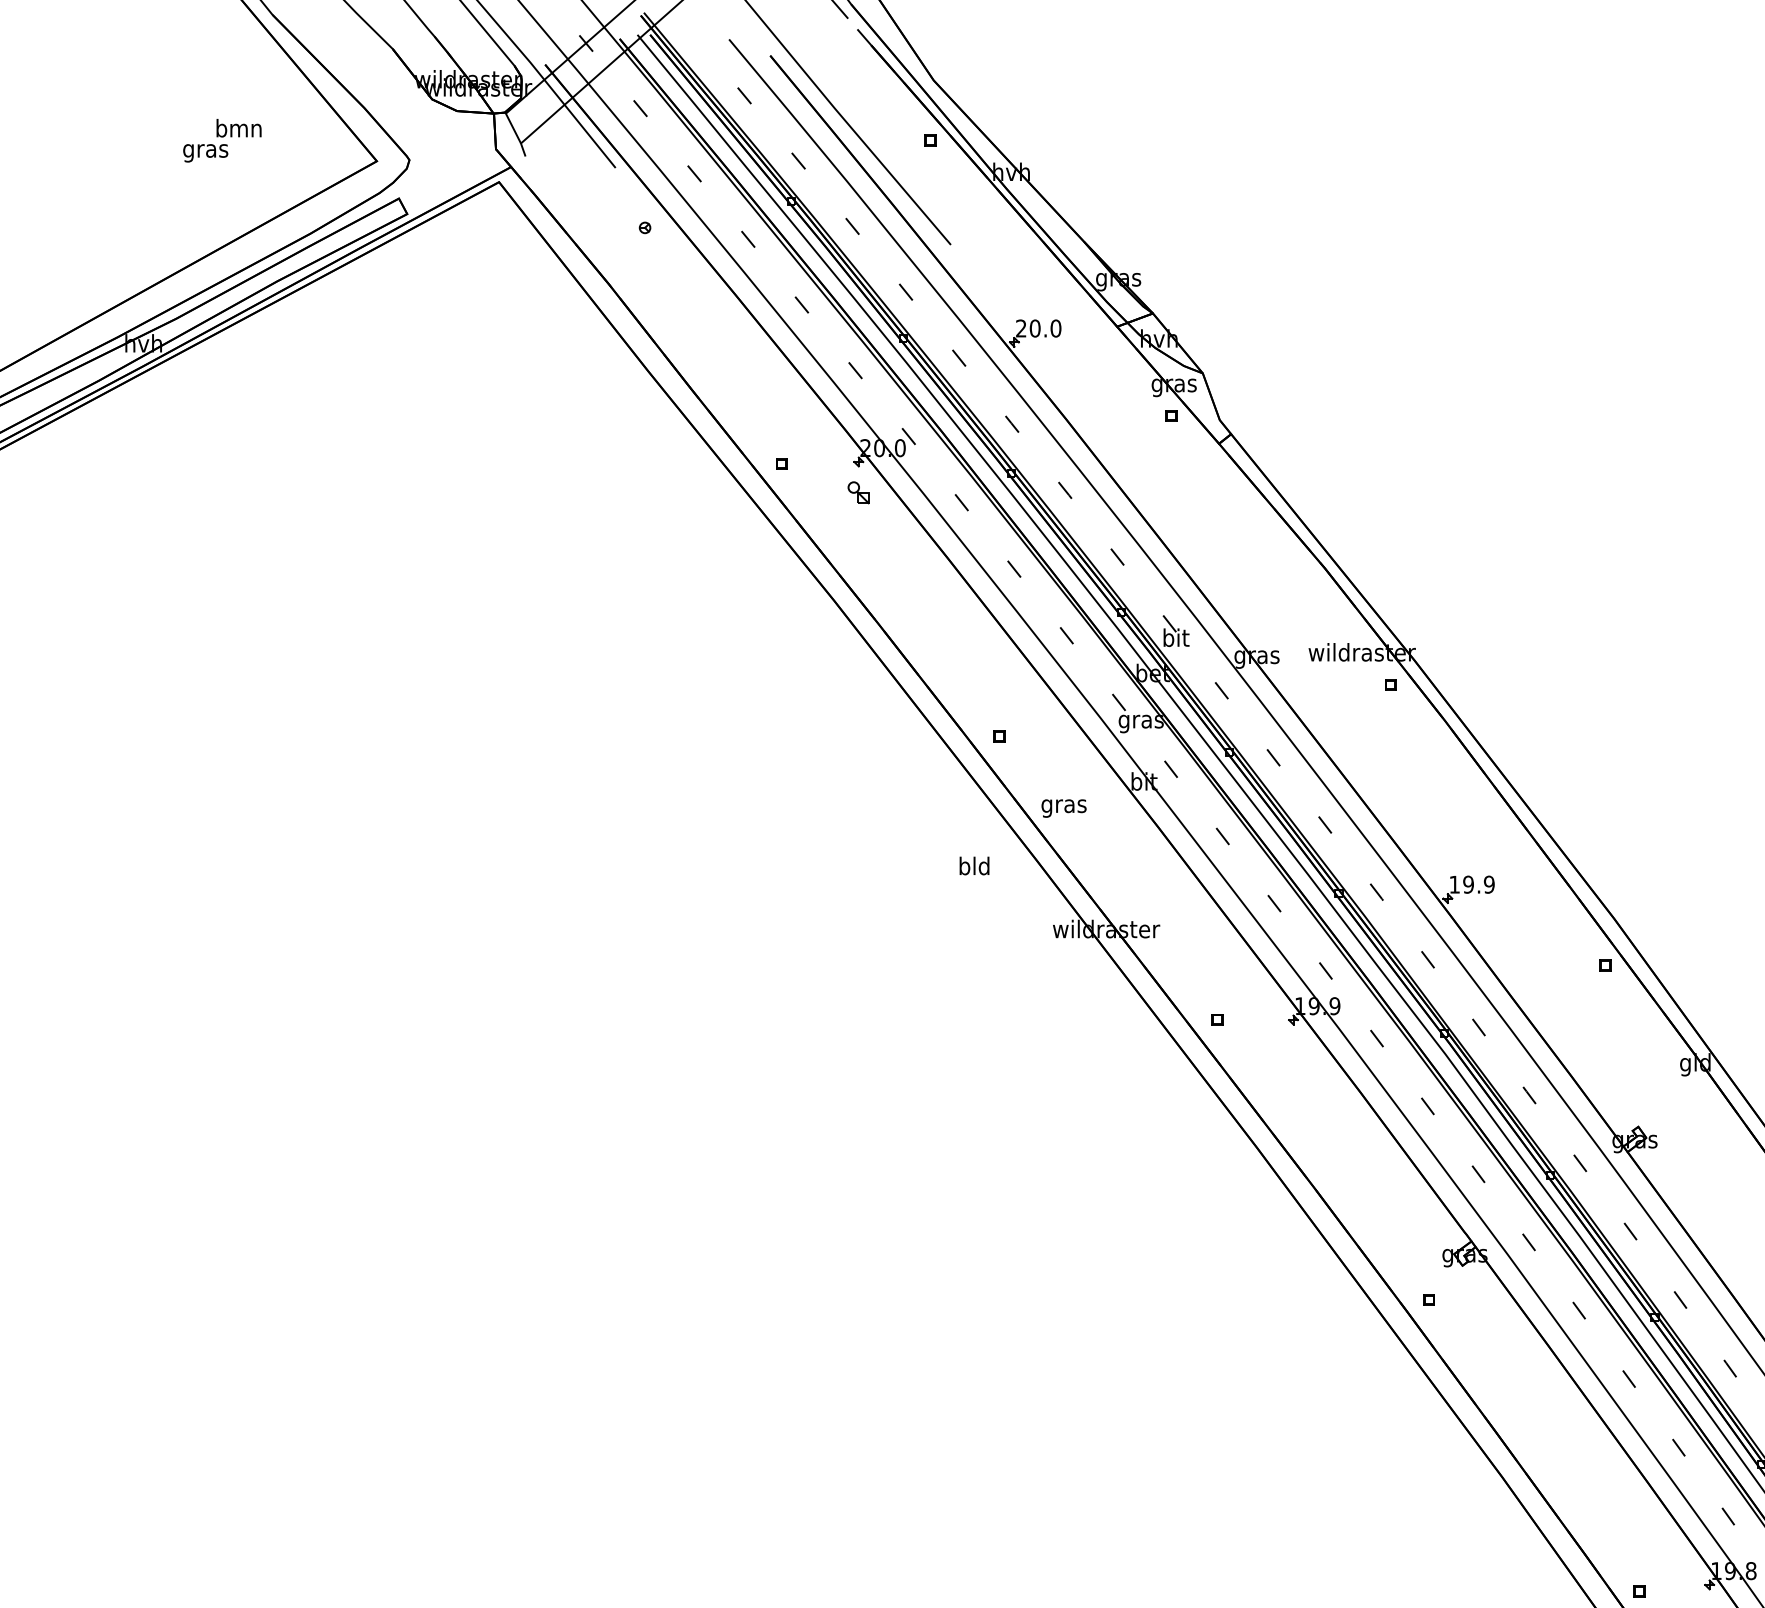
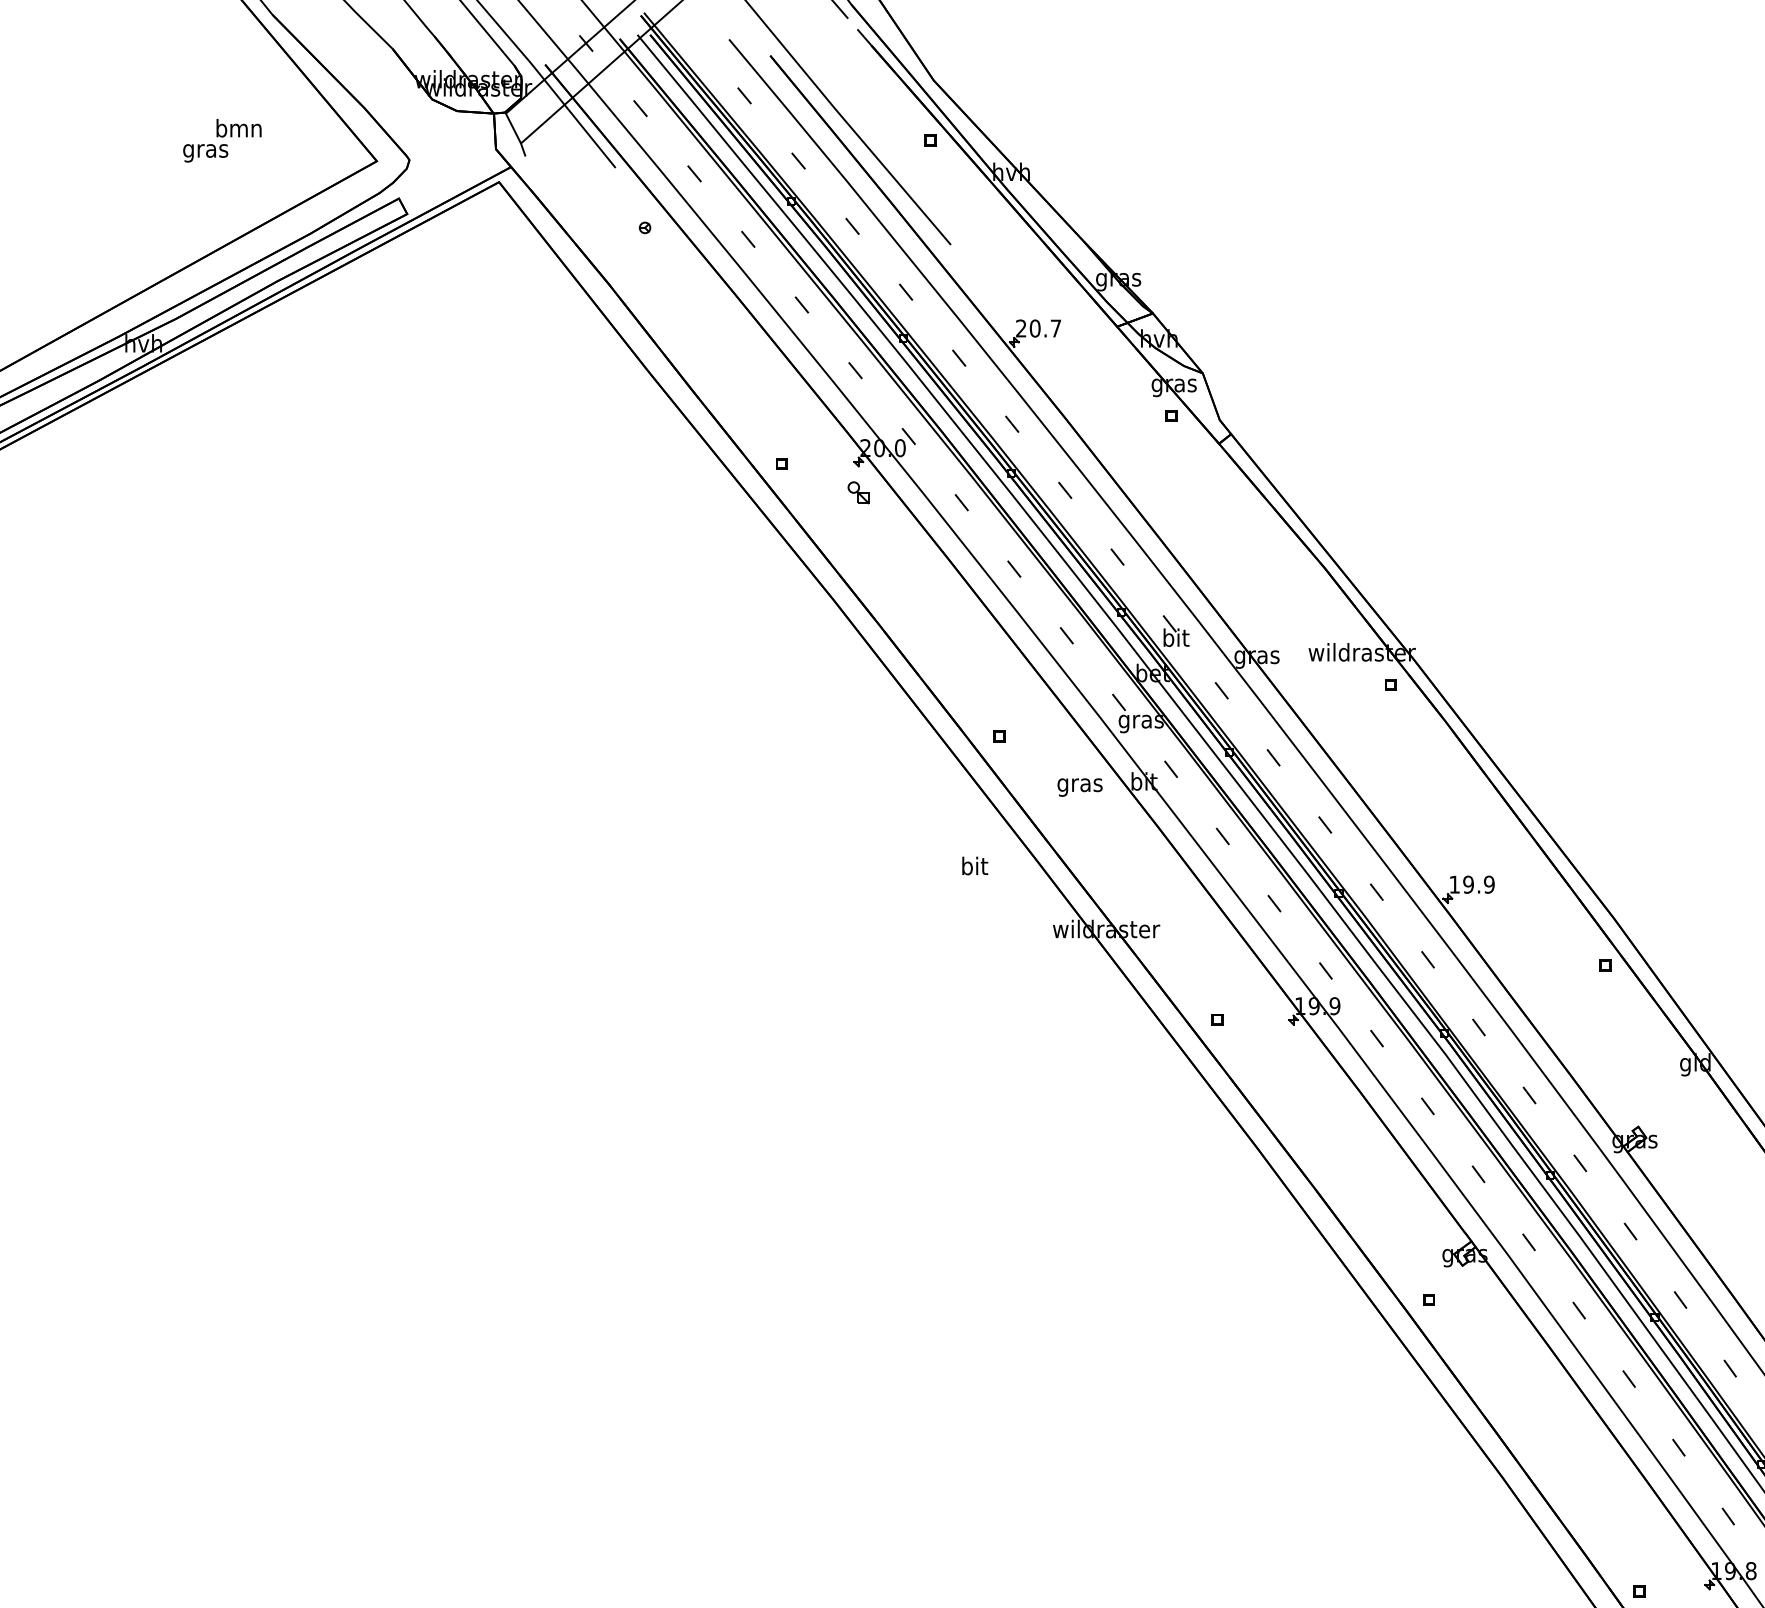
text at (1055, 328): 20.0 -> 20.7
text at (1063, 808) position: (1063, 808) -> (1079, 787)
text at (974, 865): bld -> bit
